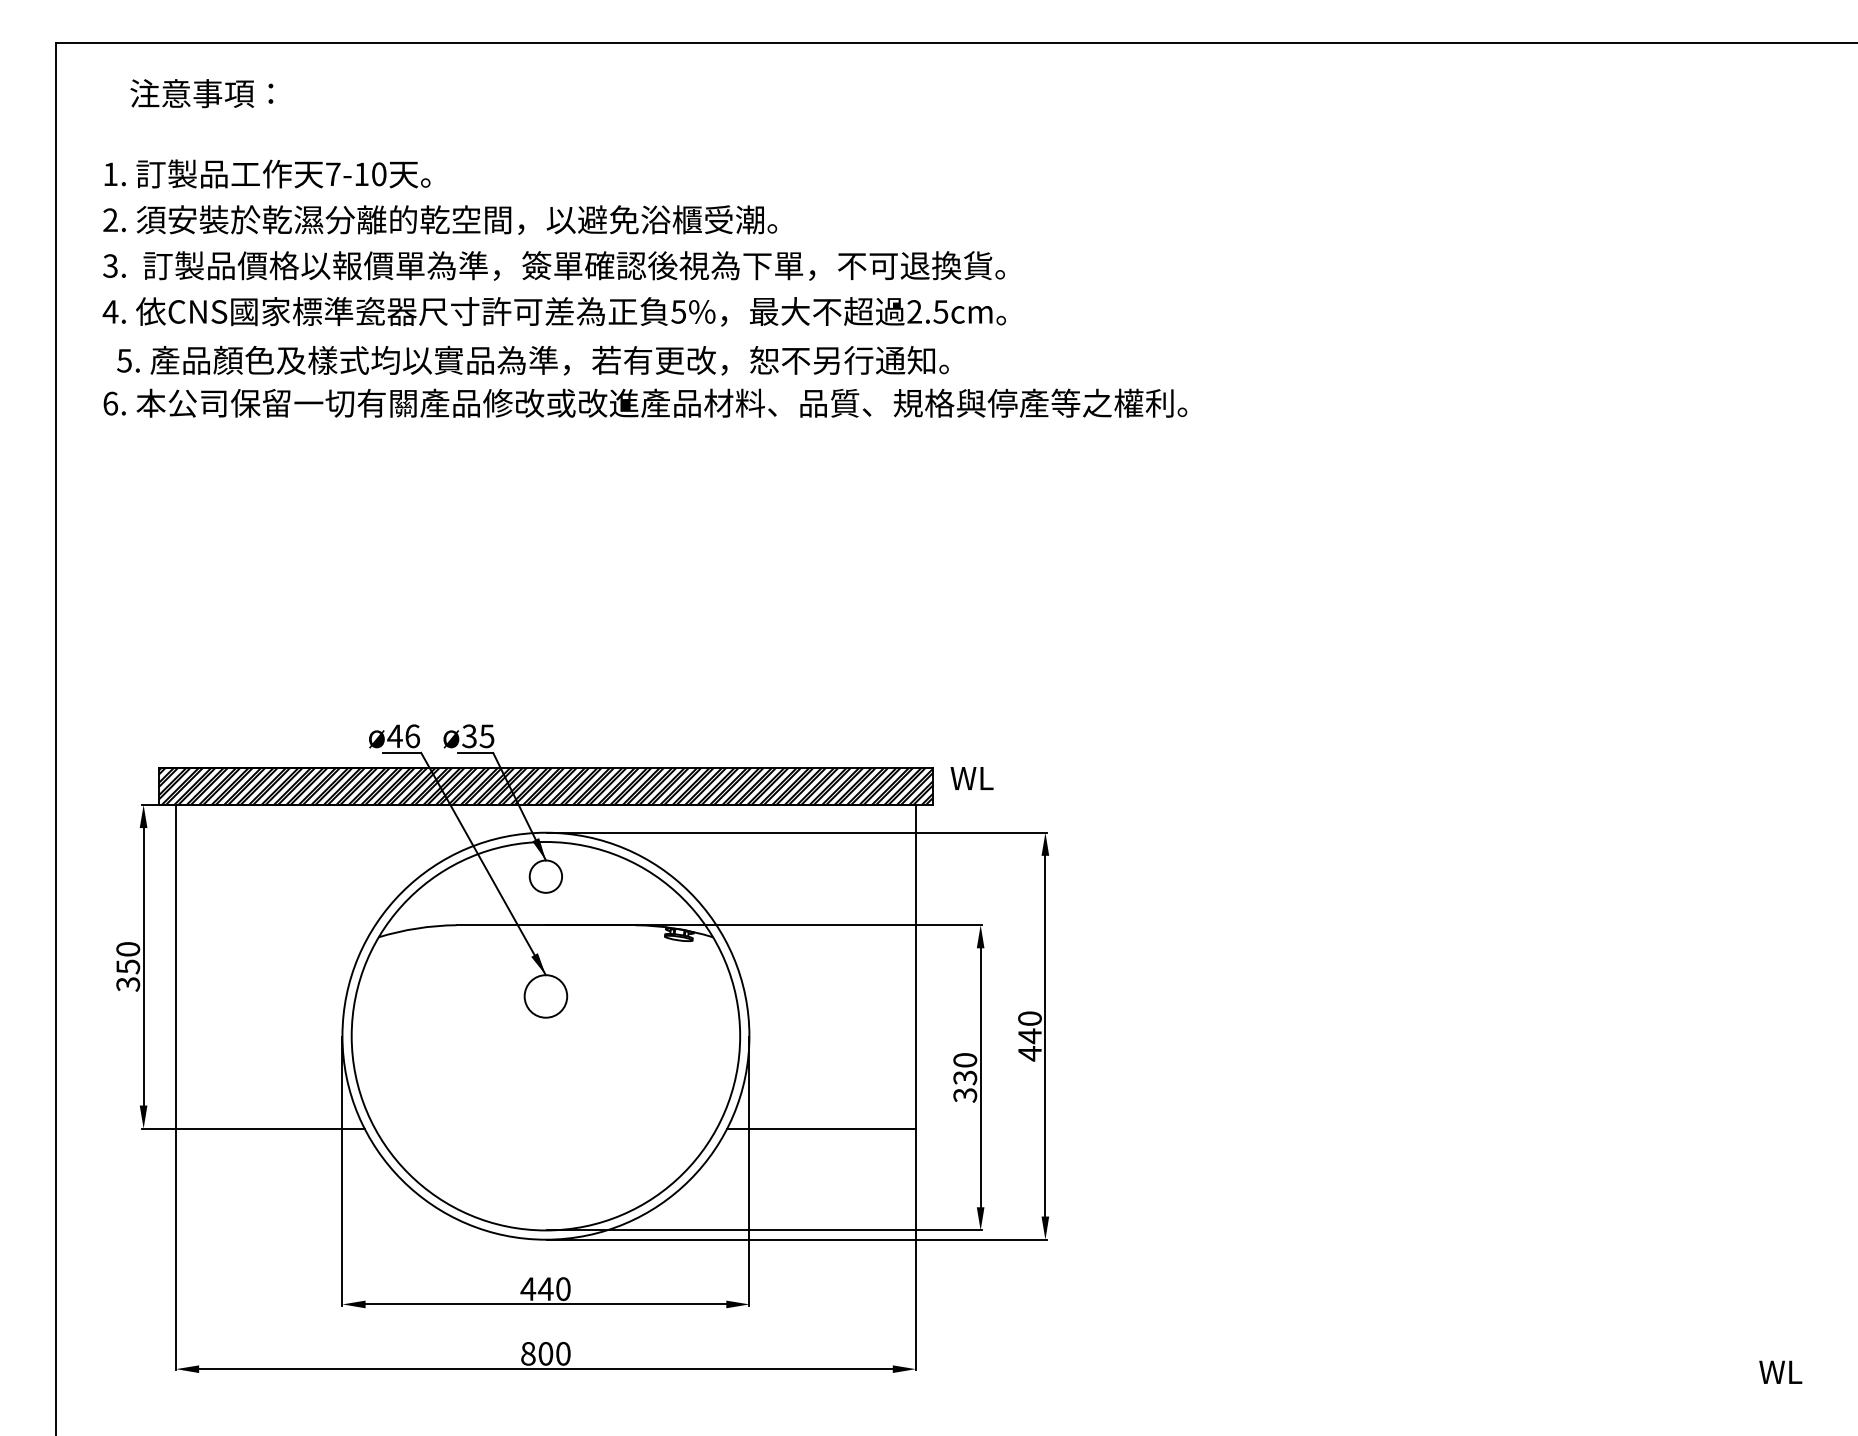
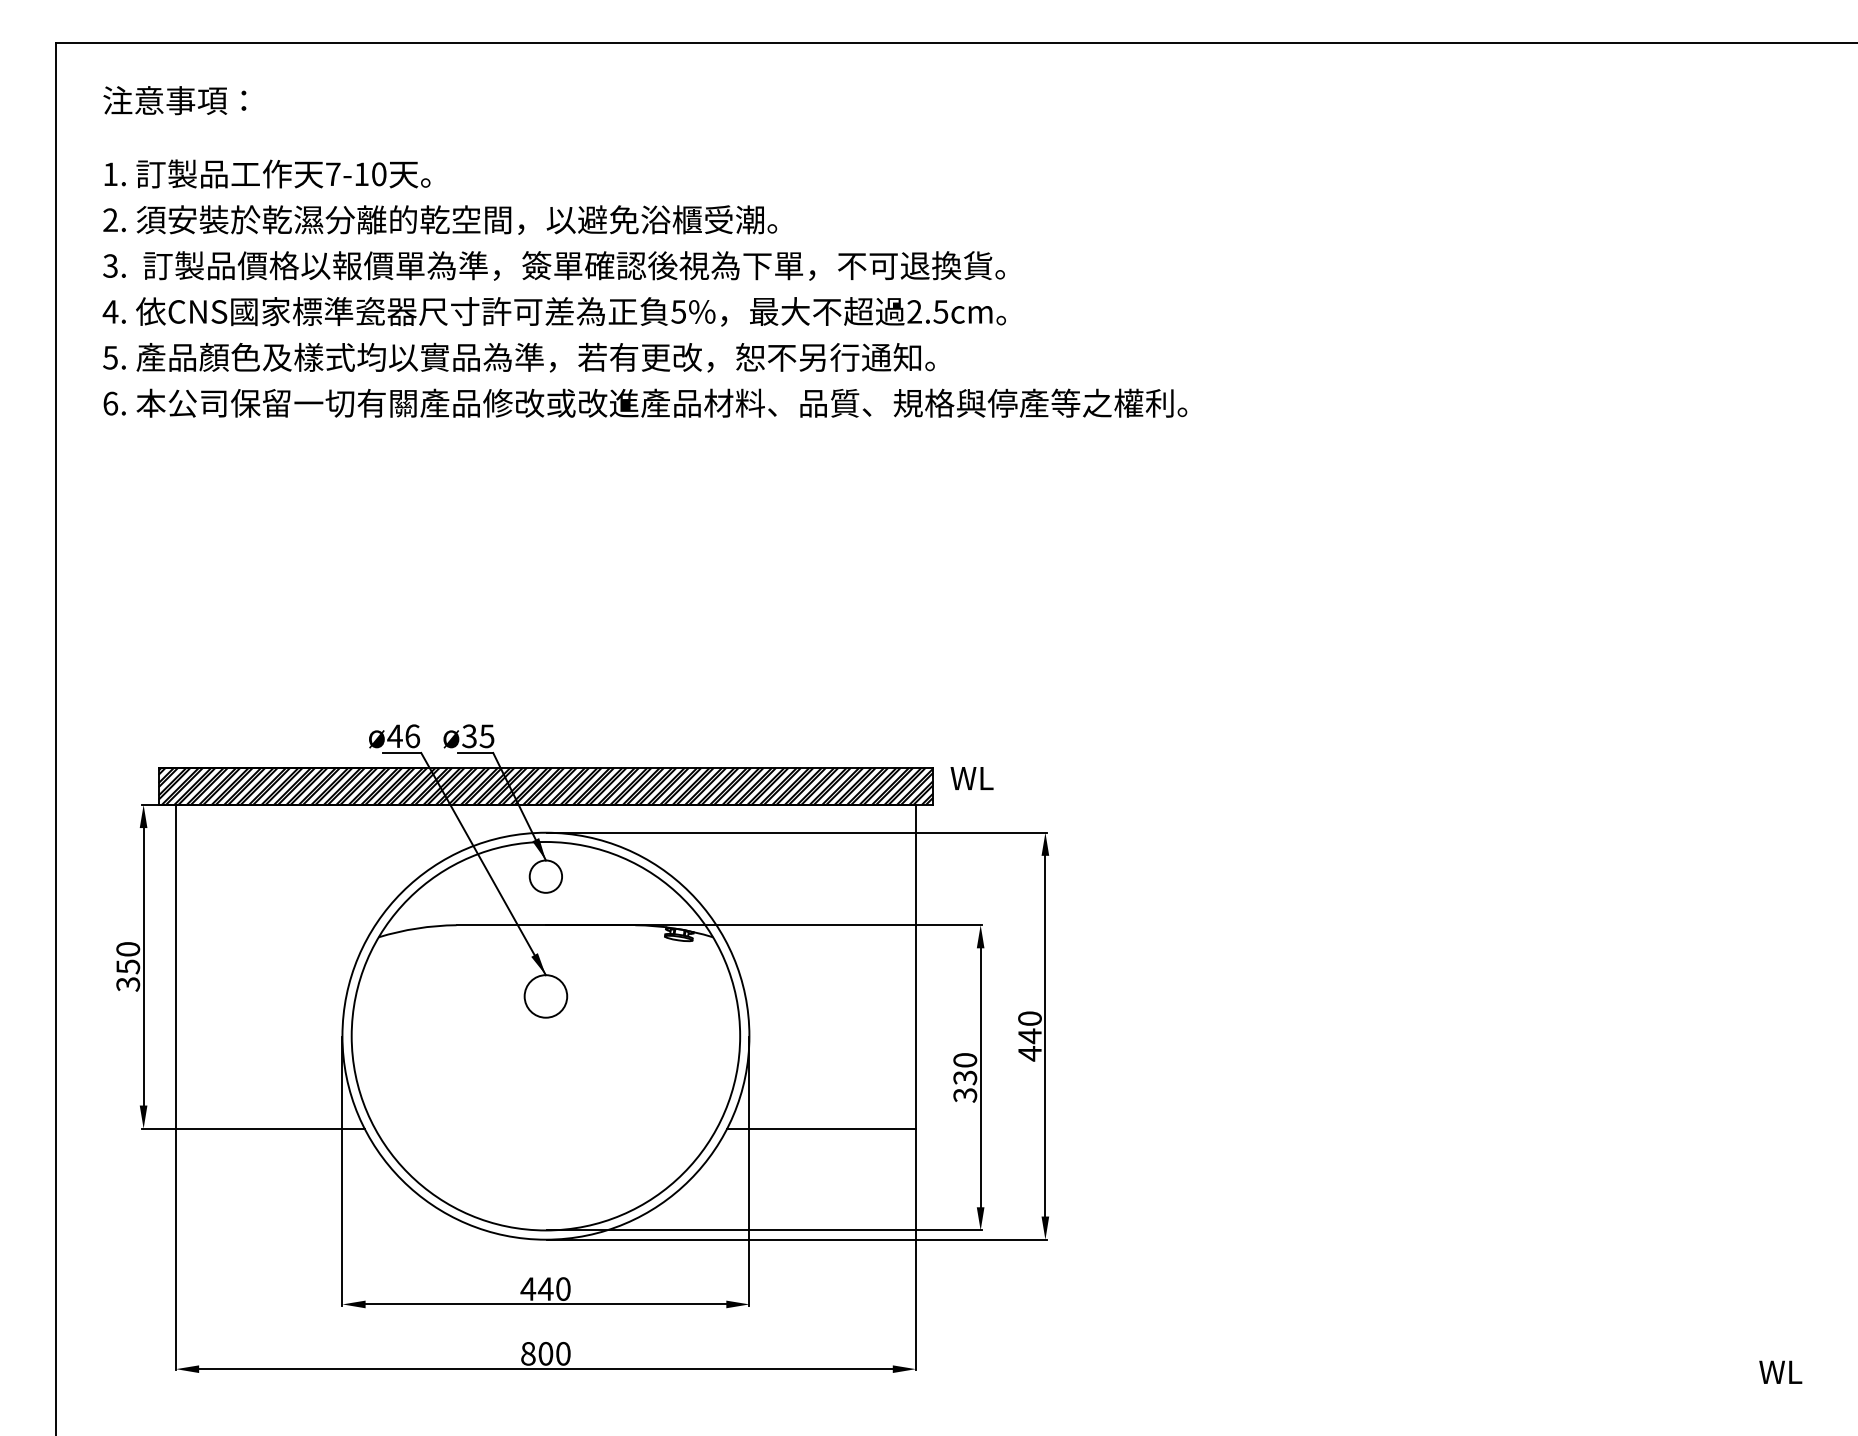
text at (201, 93) position: (201, 93) -> (174, 100)
text at (532, 360) position: (532, 360) -> (518, 357)
